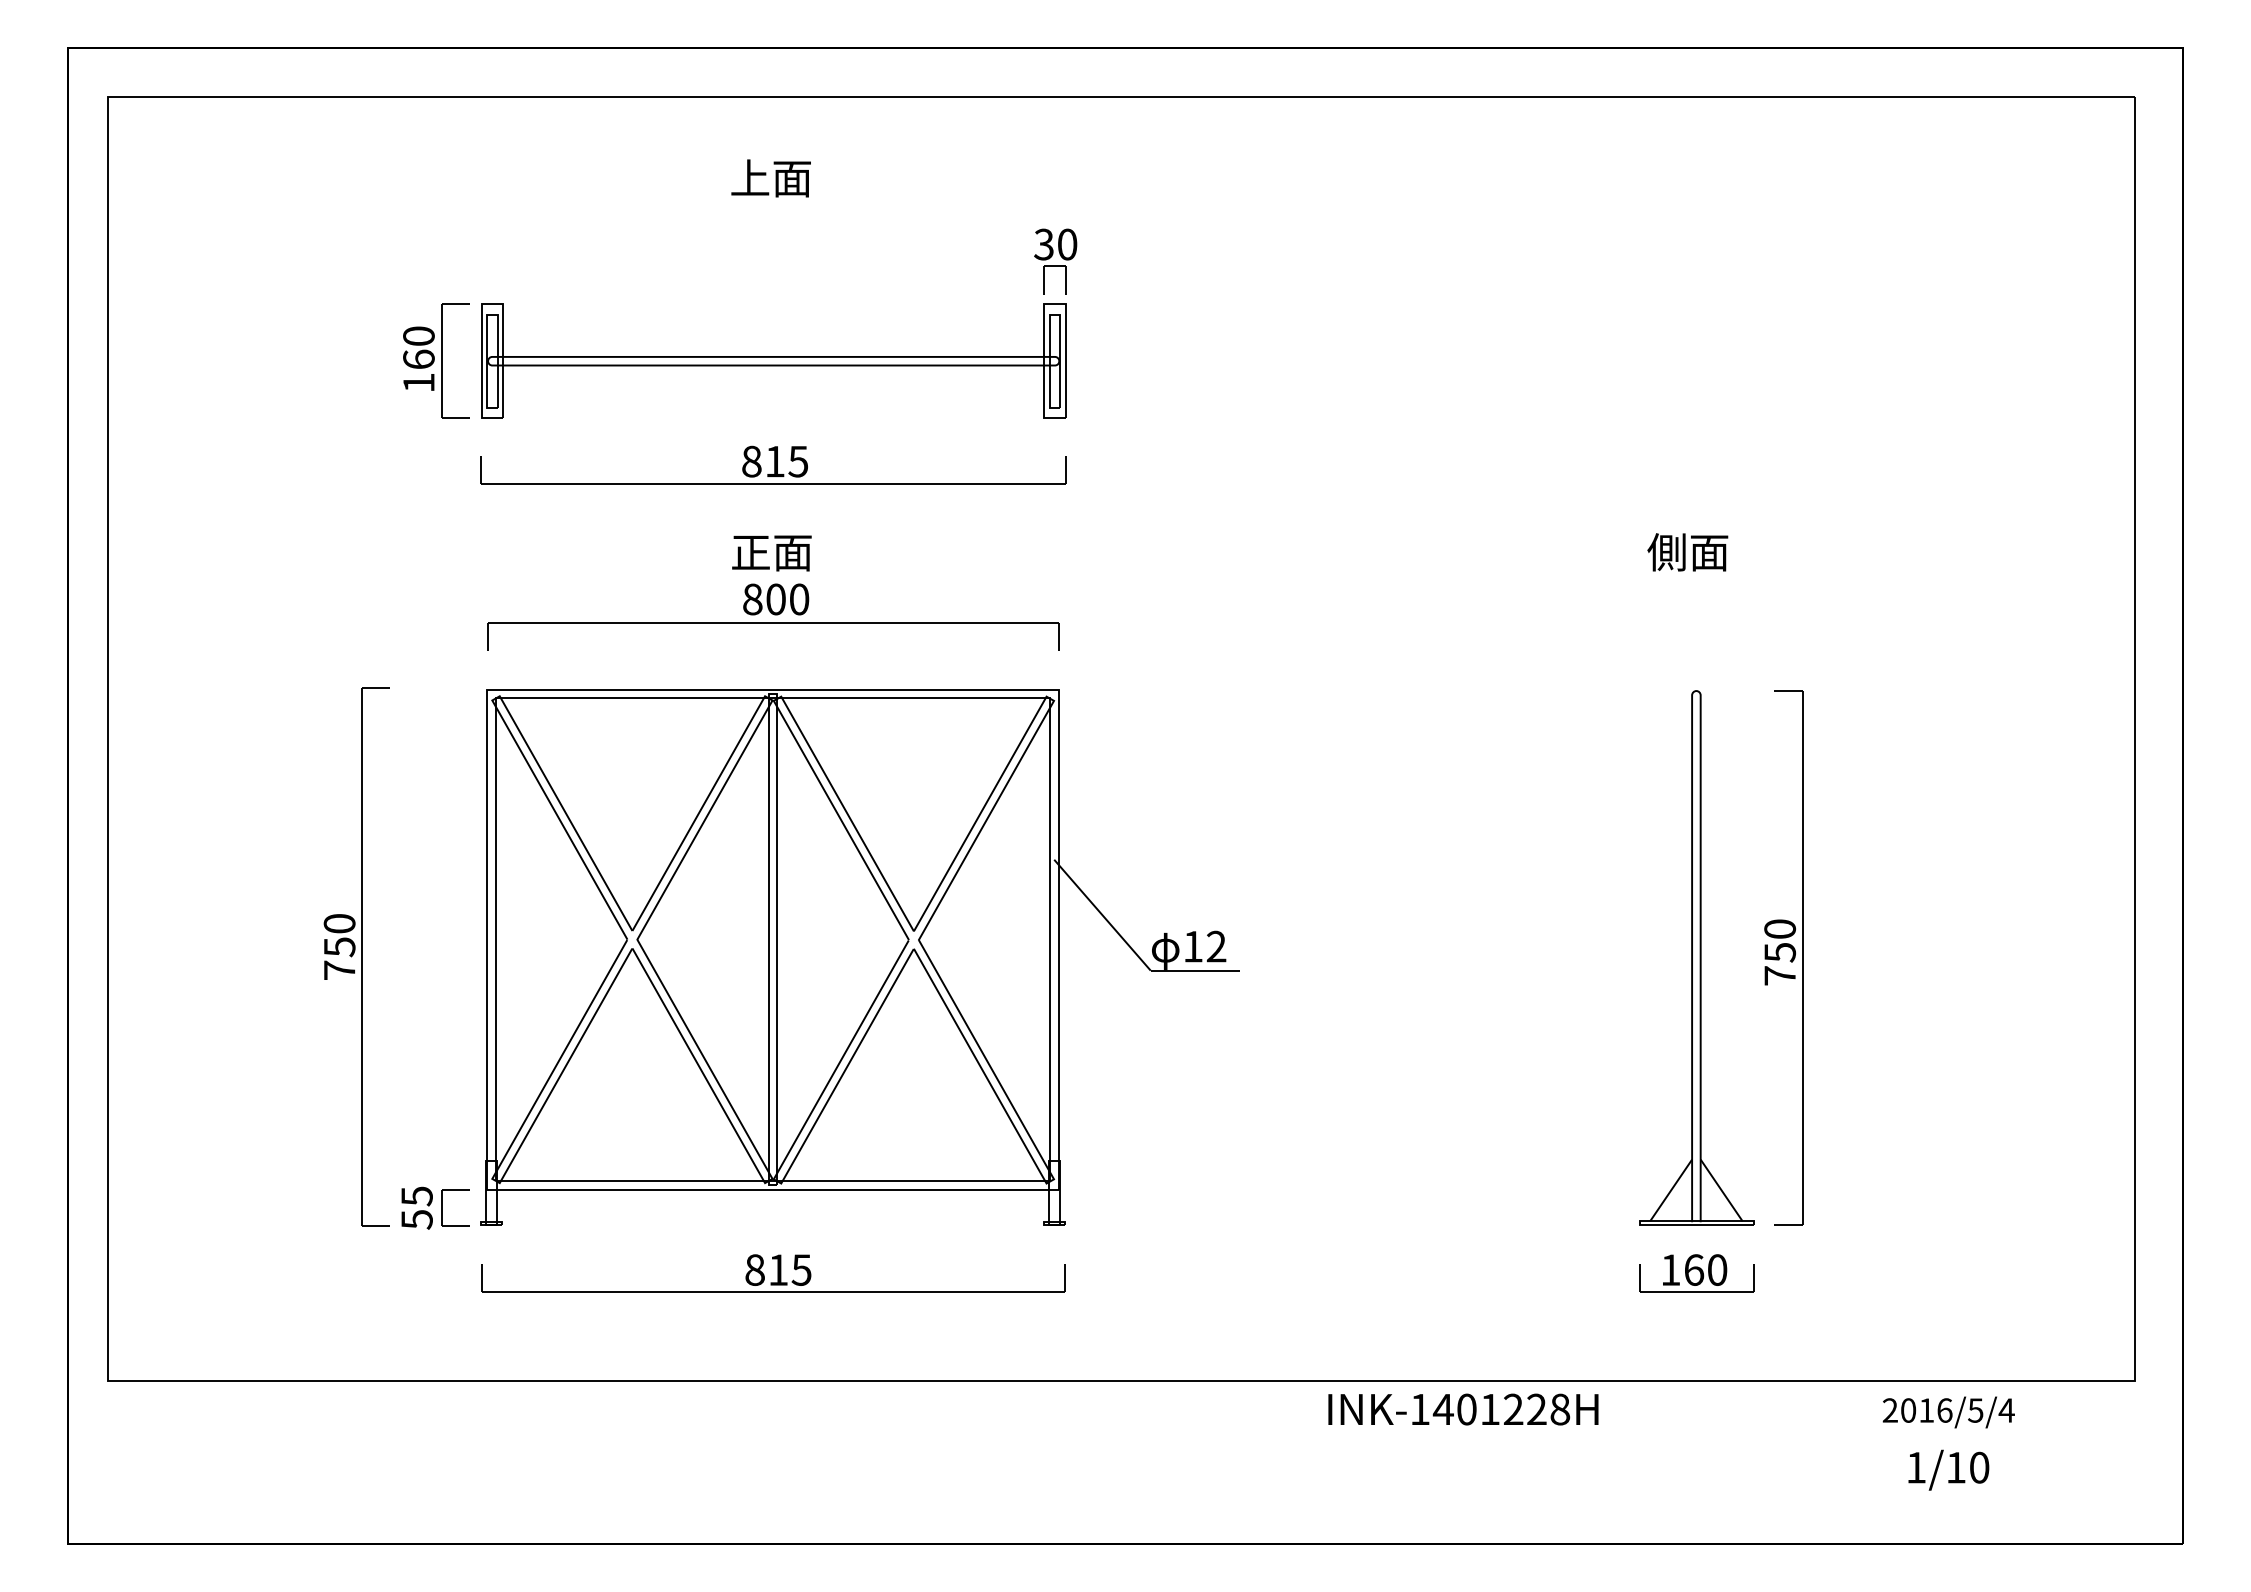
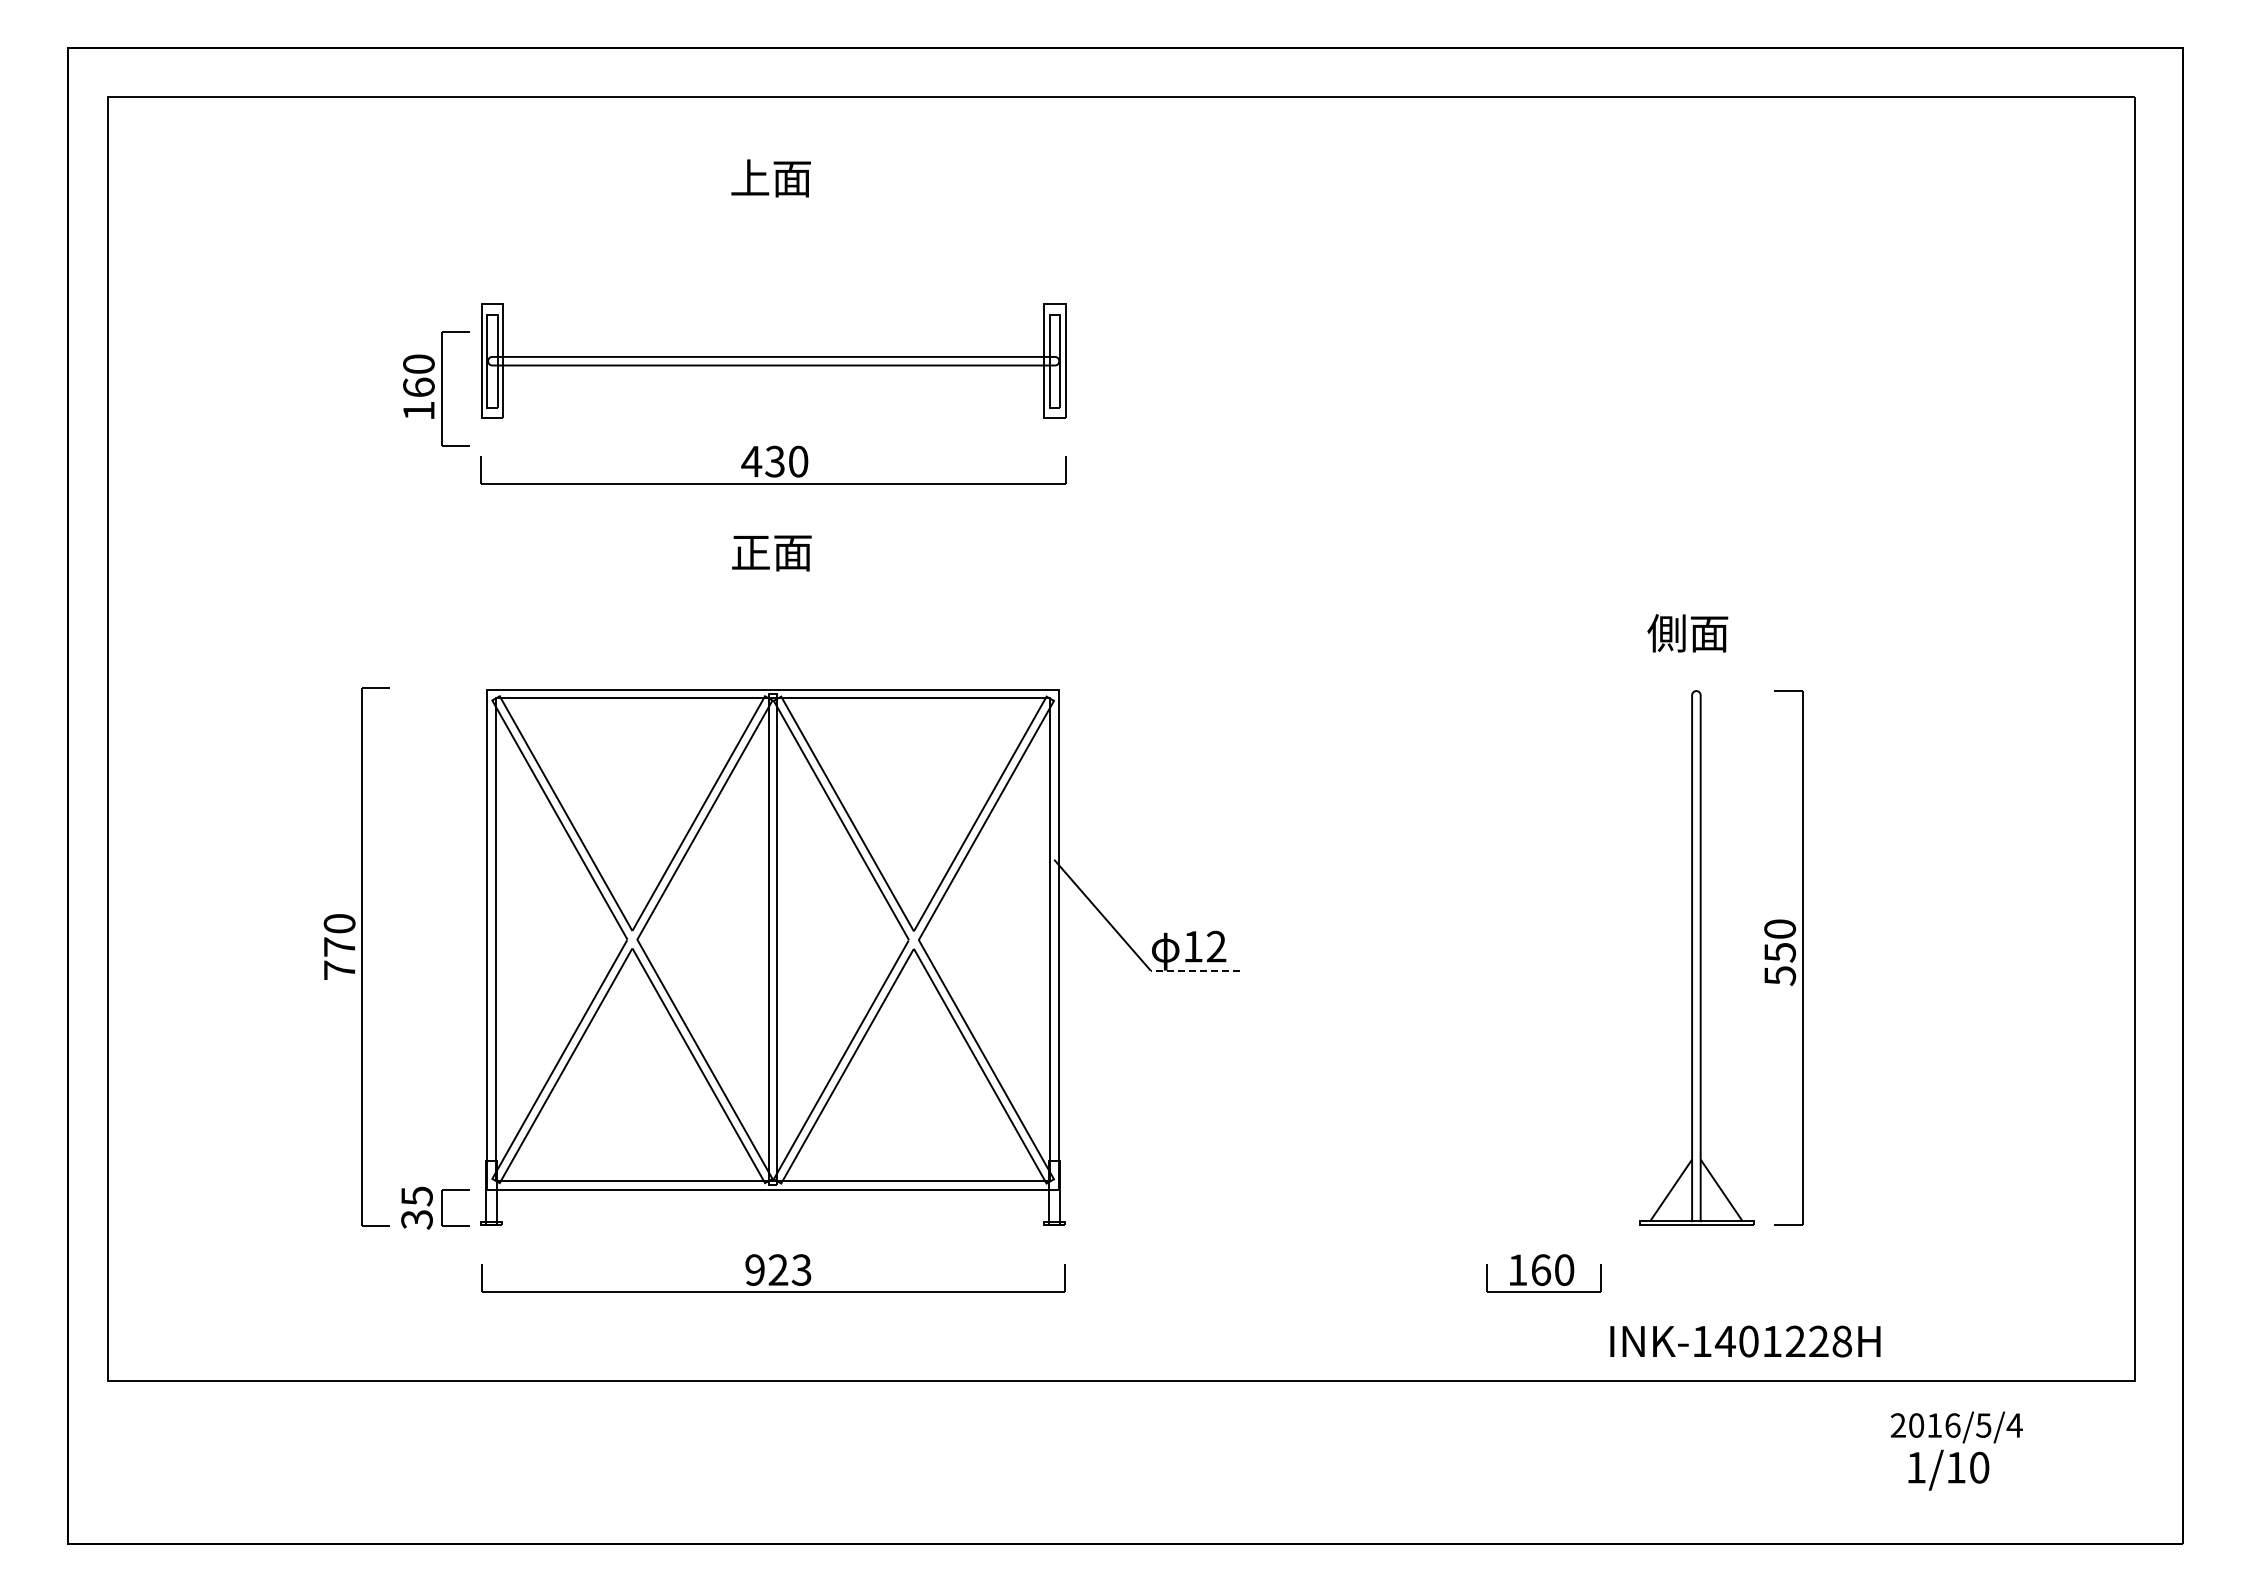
part at (1055, 261): present -> none
part at (436, 360) position: (436, 360) -> (436, 388)
text at (774, 461): 815 -> 430
text at (1687, 552) position: (1687, 552) -> (1687, 633)
part at (773, 616): present -> none
text at (339, 947): 750 -> 770
line at (1195, 970): solid -> dashed
text at (1780, 975): 750 -> 550
text at (416, 1219): 55 -> 35
text at (778, 1269): 815 -> 923
part at (1696, 1273) position: (1696, 1273) -> (1543, 1273)
text at (1463, 1409) position: (1463, 1409) -> (1745, 1341)
text at (1948, 1412) position: (1948, 1412) -> (1956, 1427)
